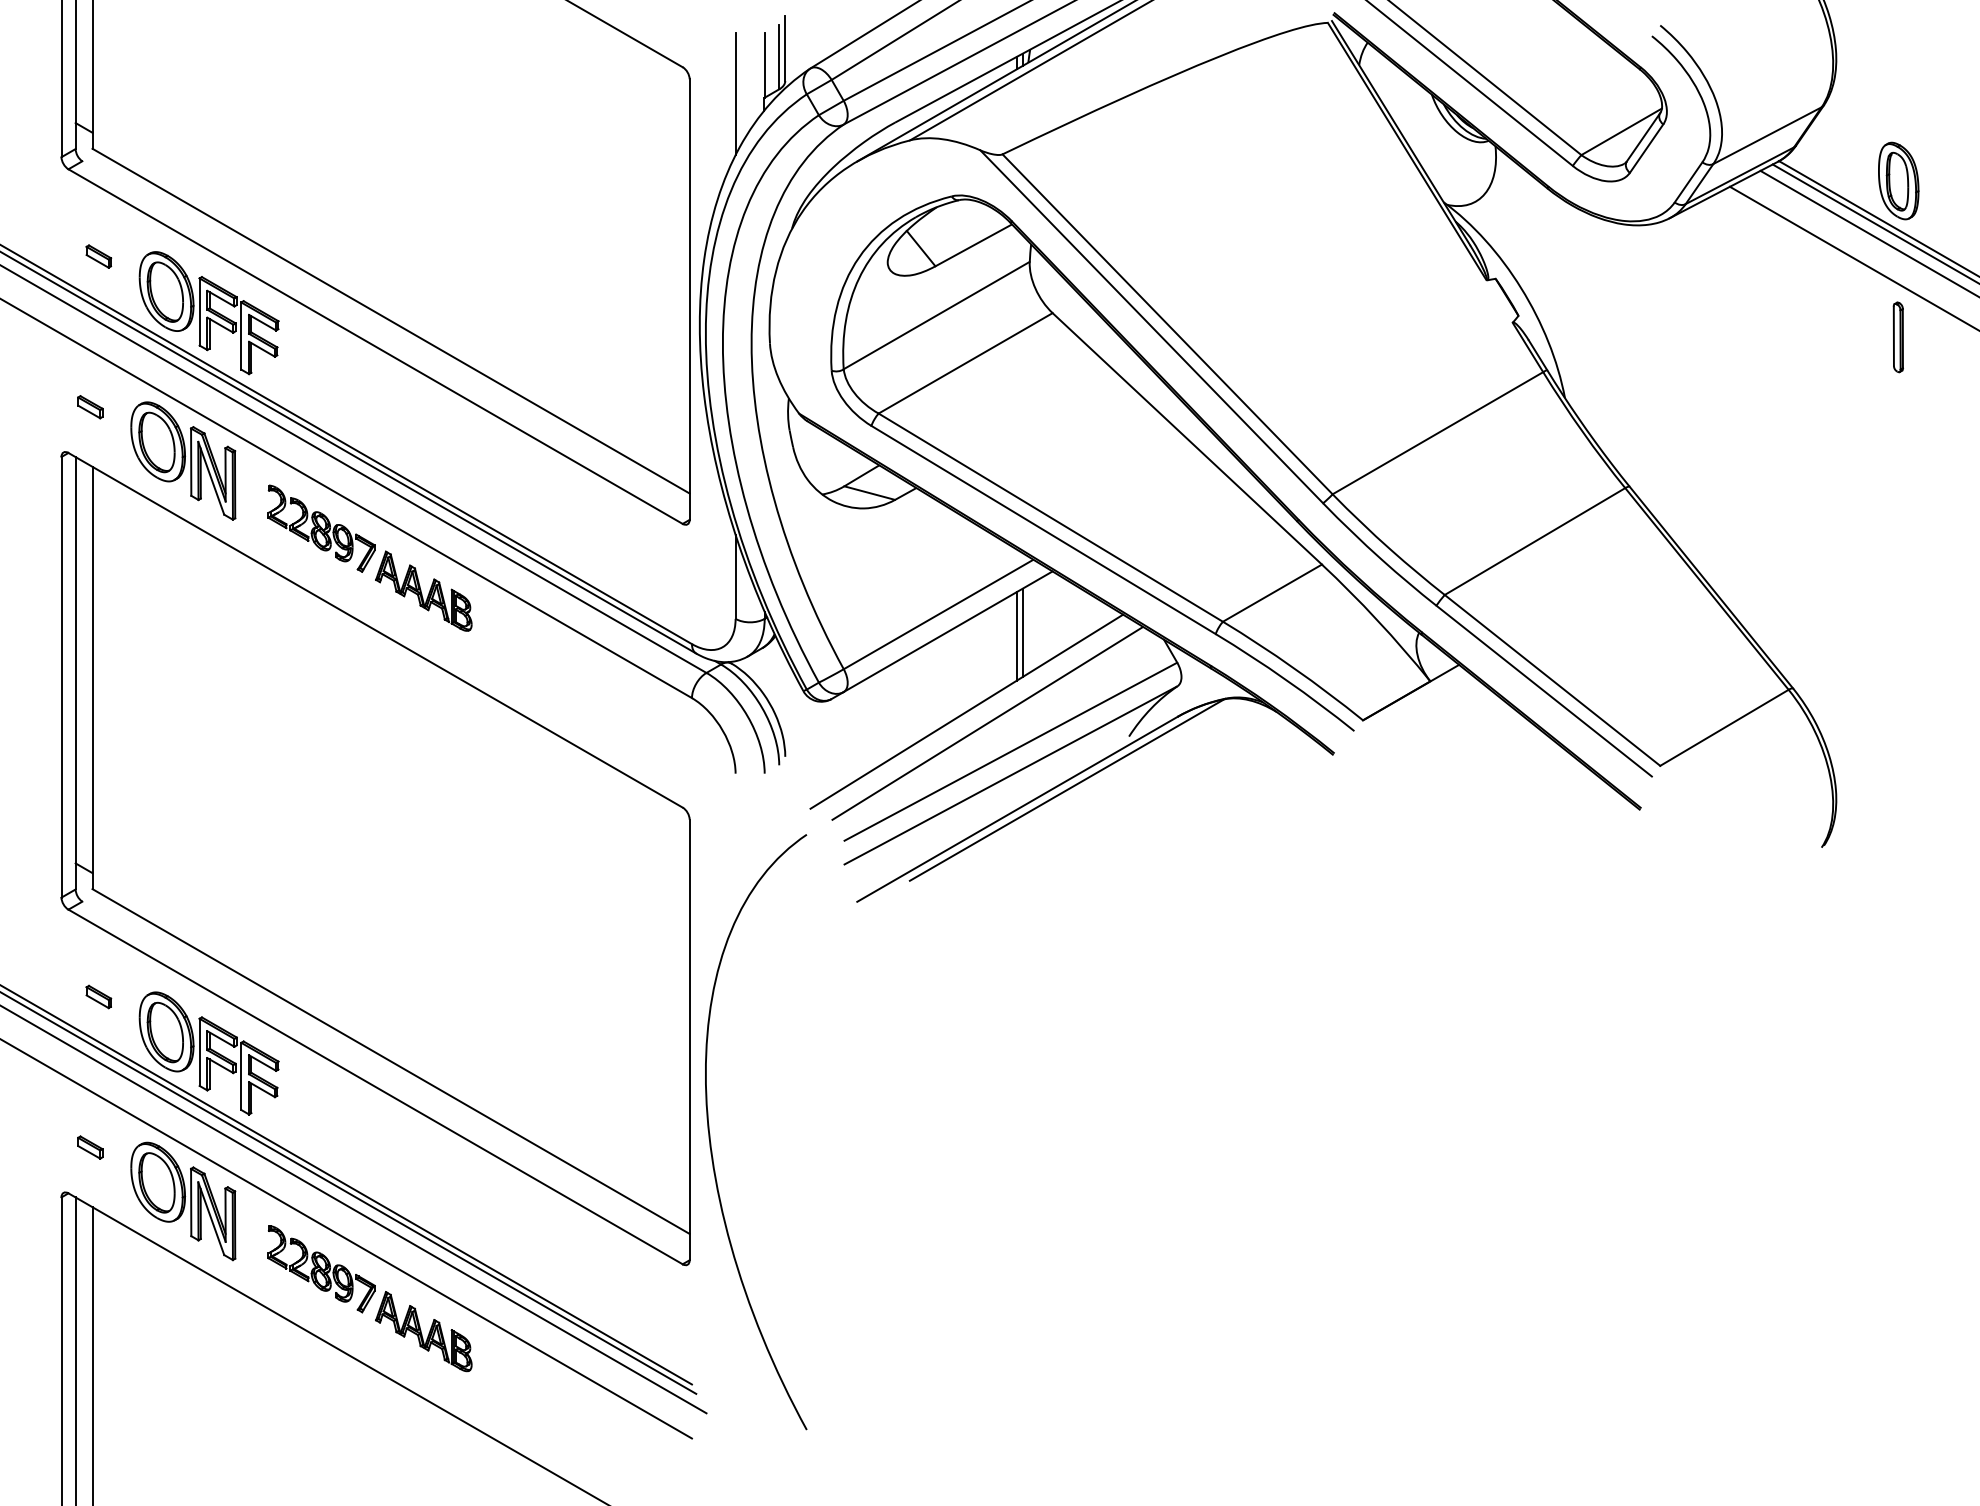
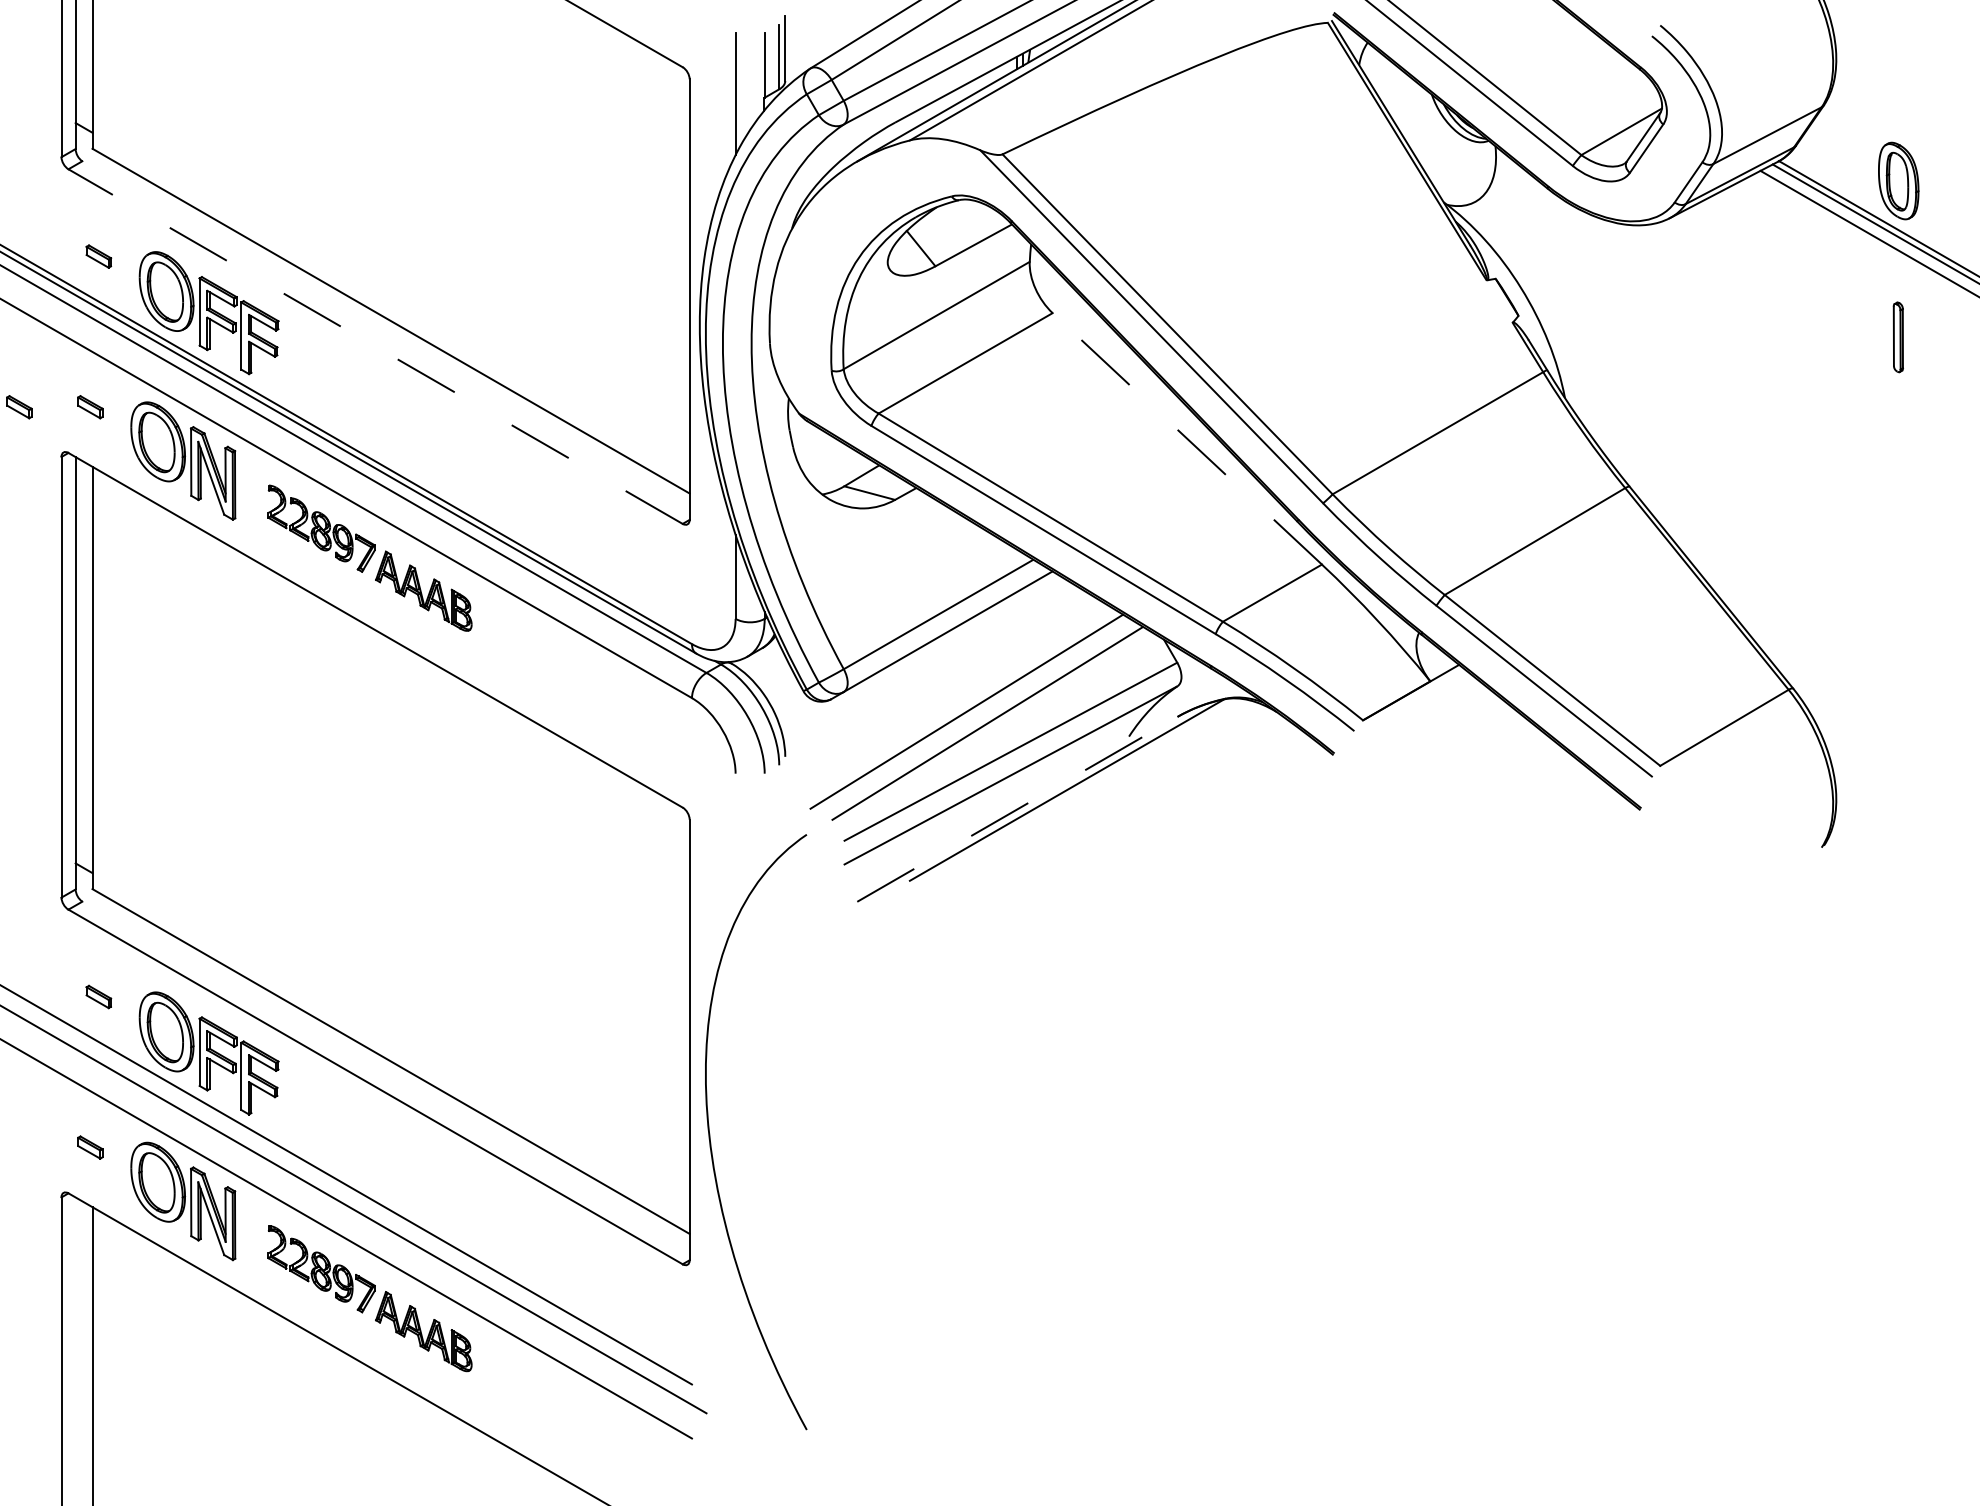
line at (1852, 257): present -> none
line at (375, 346): solid -> dashed
part at (19, 407): none -> present
line at (1186, 438): solid -> dashed
line at (1022, 632): present -> none
line at (1016, 636): present -> none
line at (1017, 809): solid -> dashed
line at (349, 1193): present -> none
line at (75, 1349): present -> none
